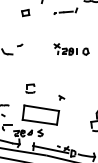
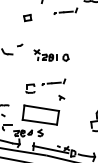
part at (25, 13) position: (25, 13) -> (27, 18)
part at (71, 49) position: (71, 49) -> (51, 55)
part at (53, 81): none -> present
